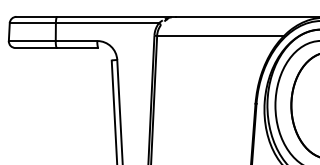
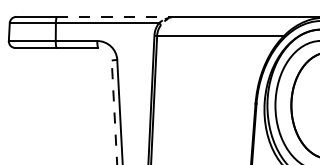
line at (116, 16): solid -> dashed
line at (114, 112): solid -> dashed
